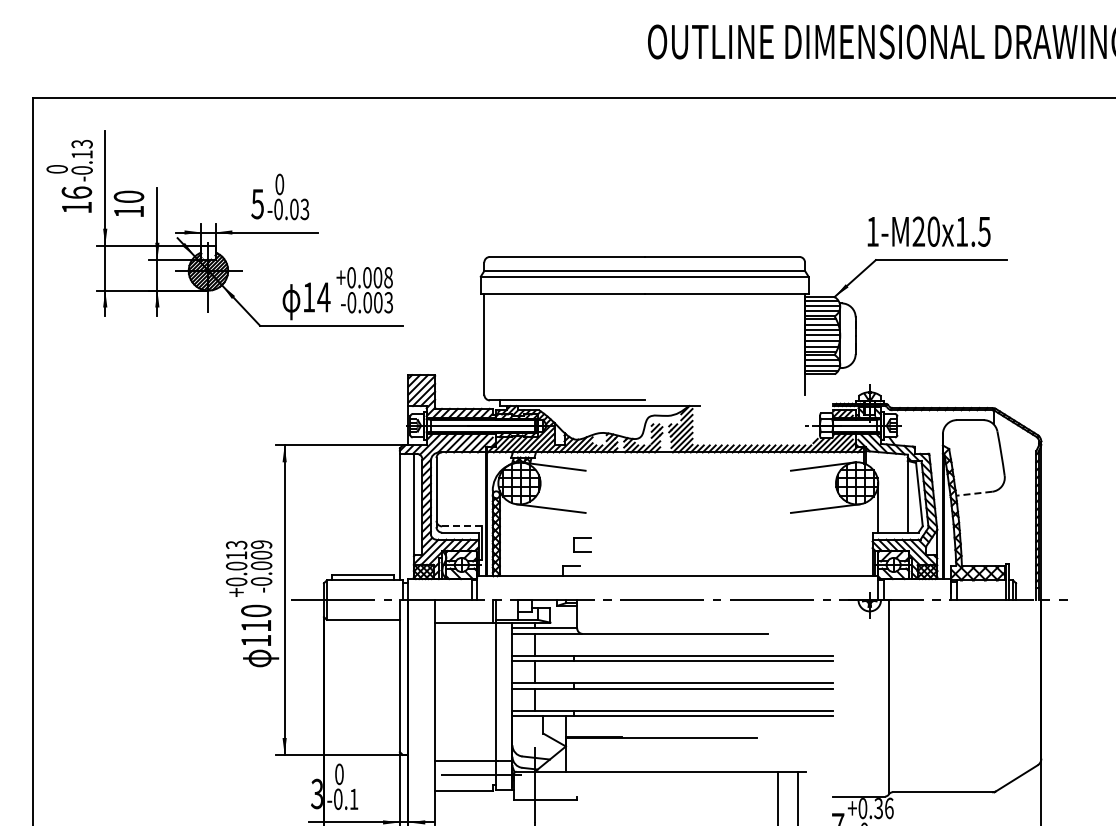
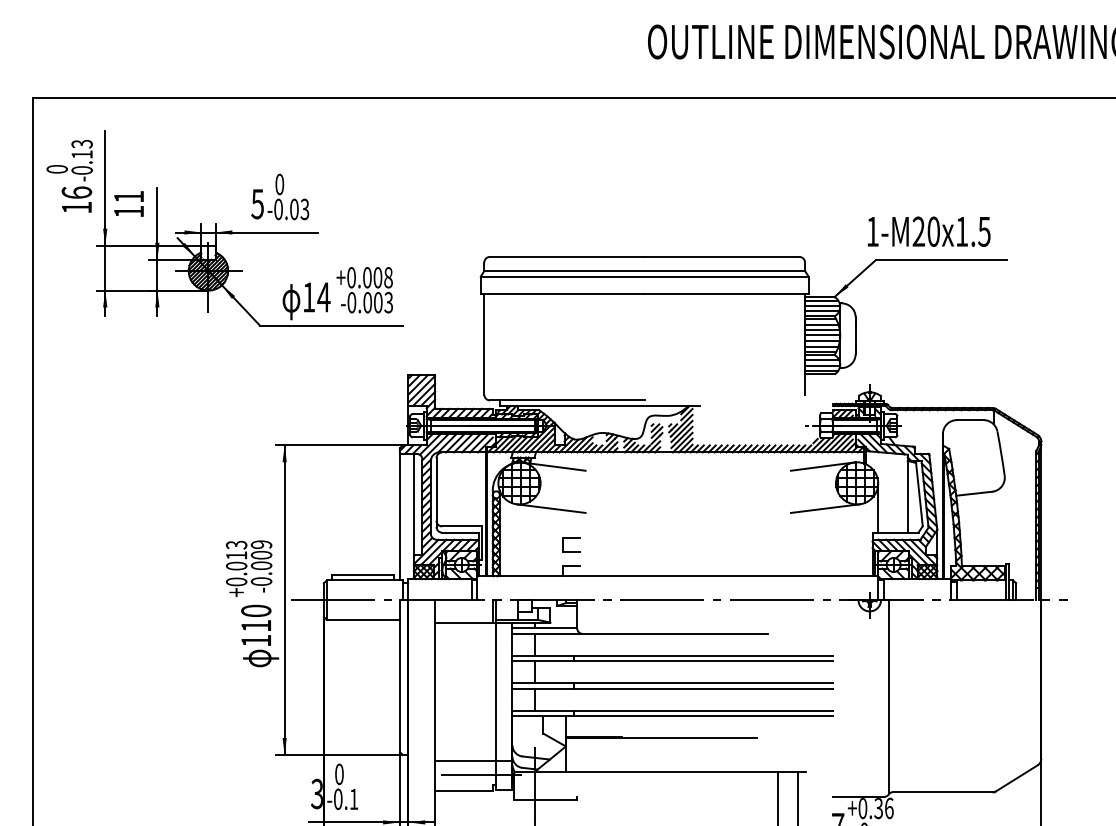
text at (128, 196): 10 -> 11
line at (973, 493): dashed -> solid
line at (461, 526): dashed -> solid
part at (582, 544) position: (582, 544) -> (571, 544)
